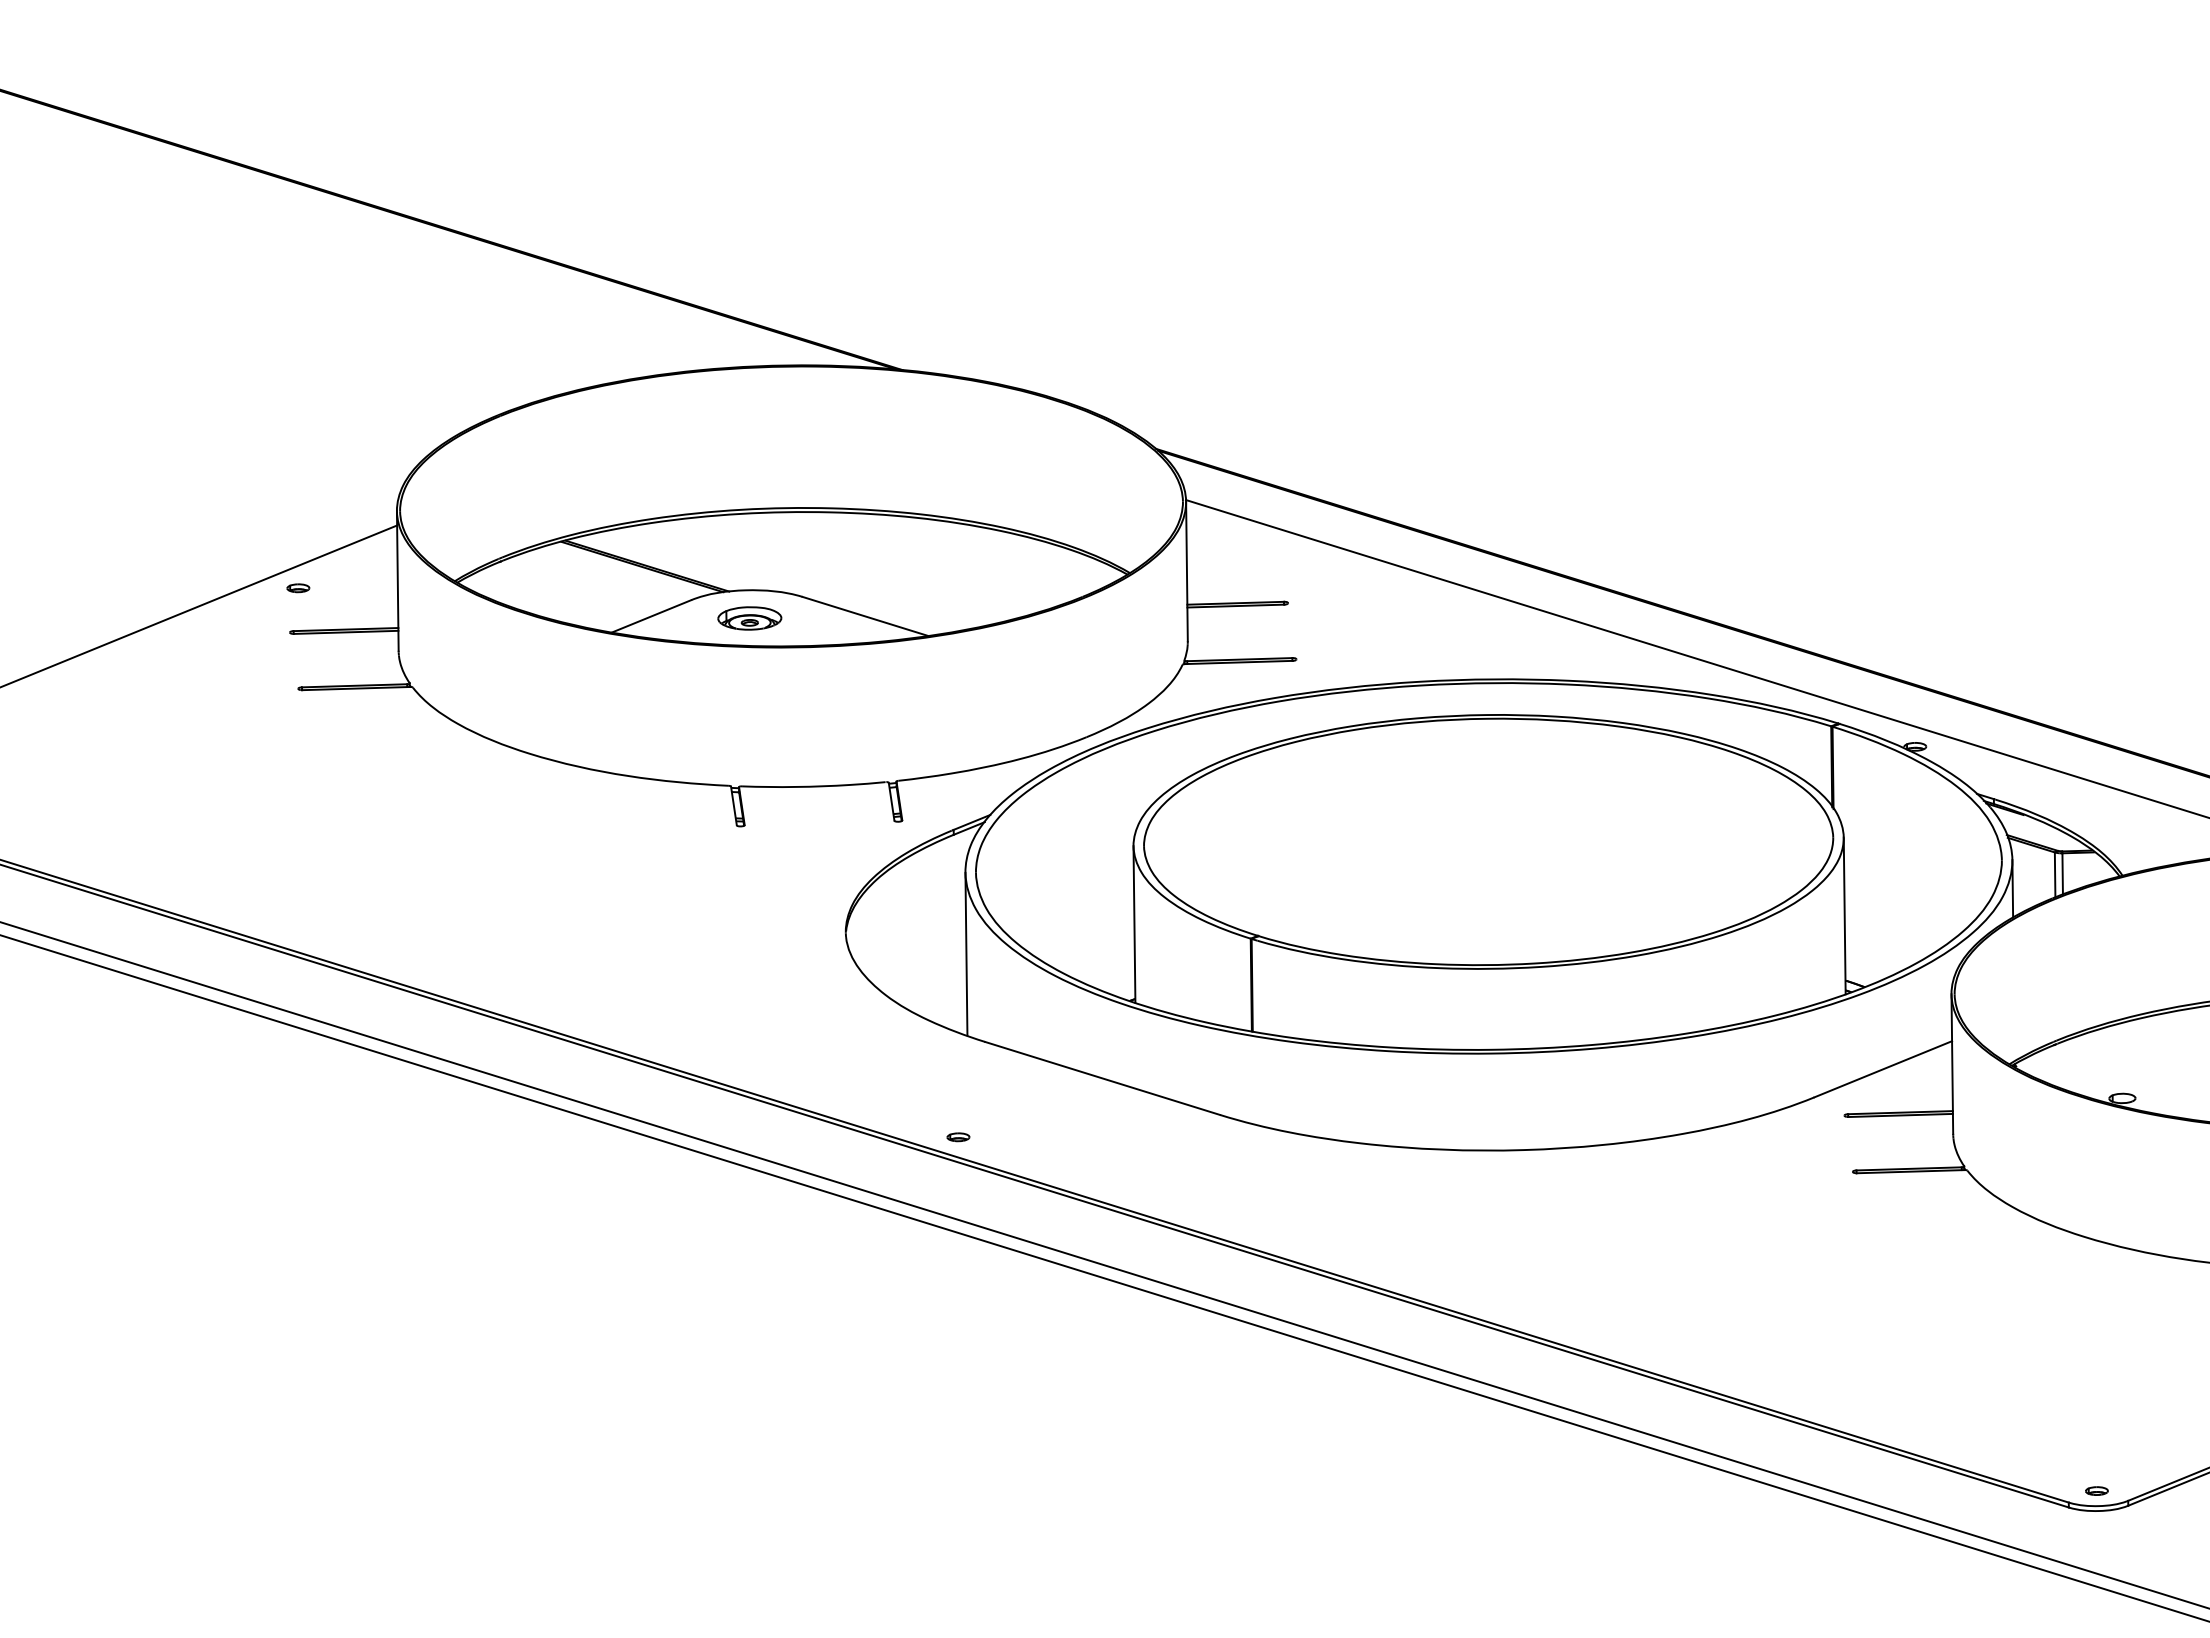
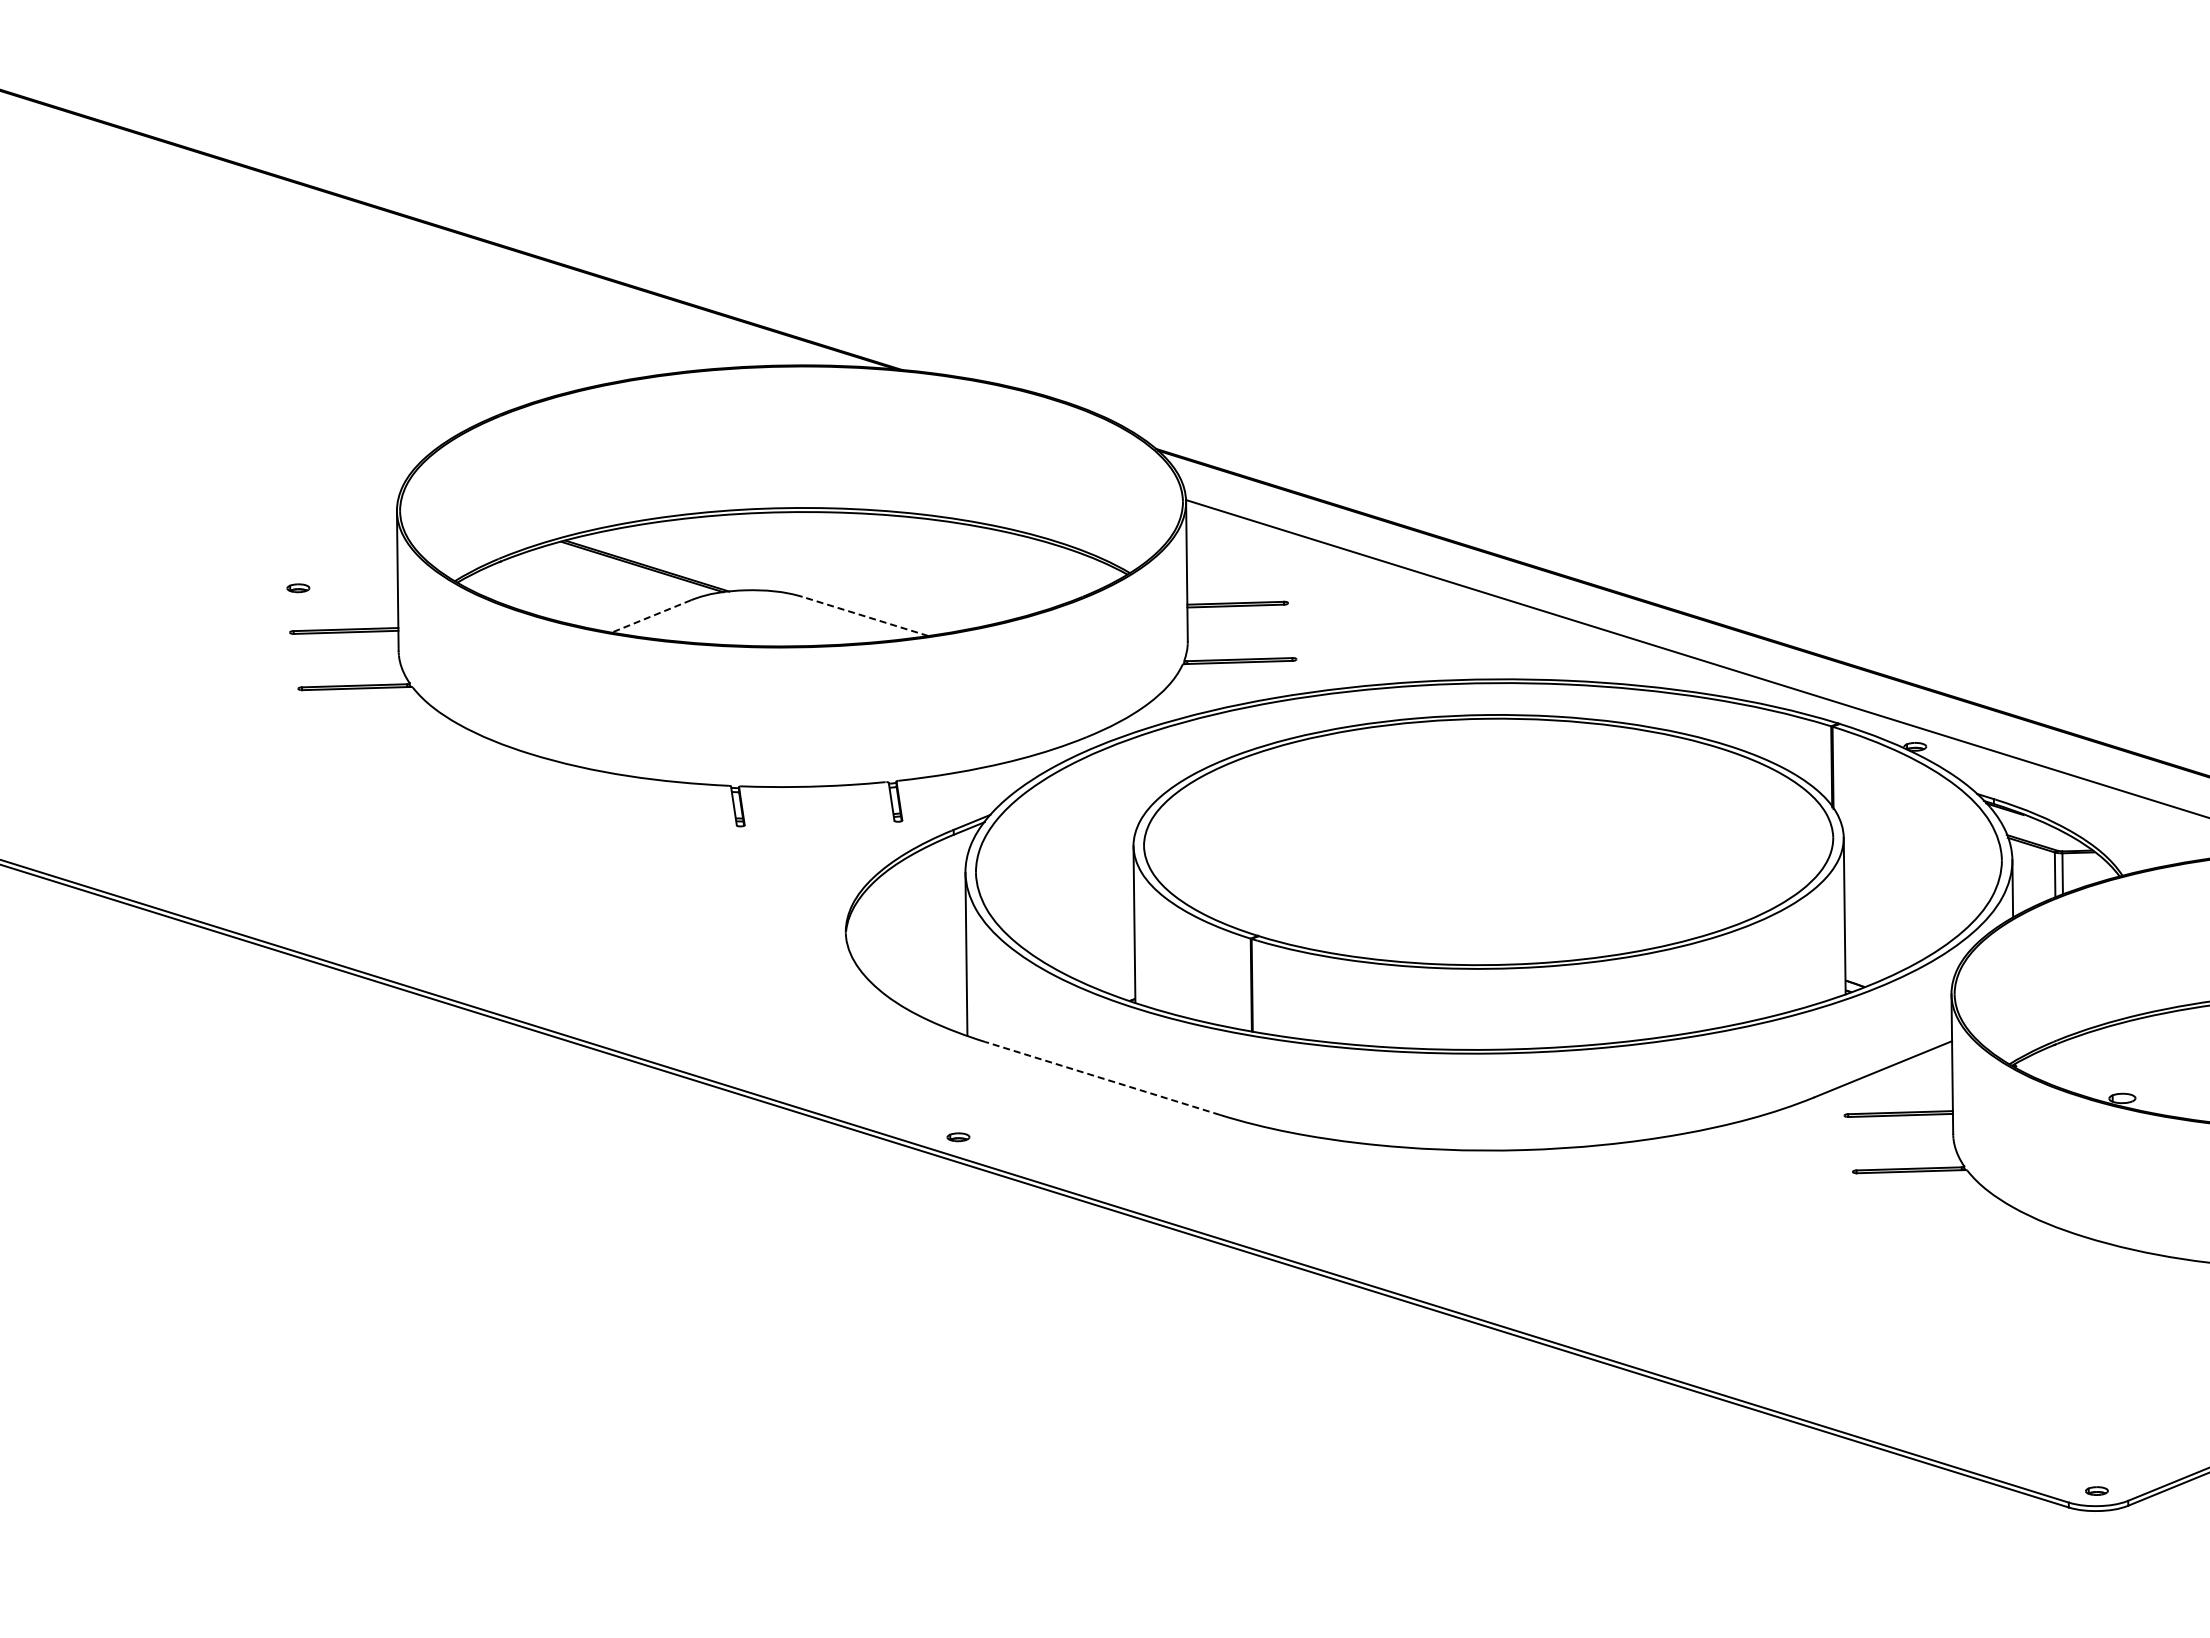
line at (199, 605): present -> none
line at (651, 616): solid -> dashed
line at (865, 616): solid -> dashed
part at (749, 618): present -> none
line at (1102, 1078): solid -> dashed
line at (1104, 1264): present -> none
line at (1104, 1277): present -> none
